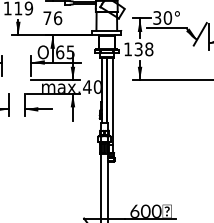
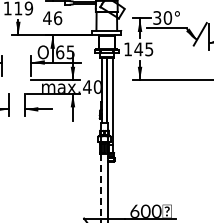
text at (47, 17): 76 -> 46
text at (143, 49): 138 -> 145
line at (100, 188): solid -> dashed
